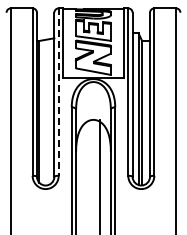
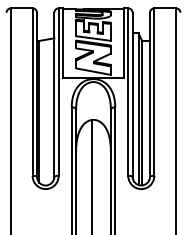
line at (58, 92): dashed -> solid
line at (99, 175) position: (99, 175) -> (91, 175)
